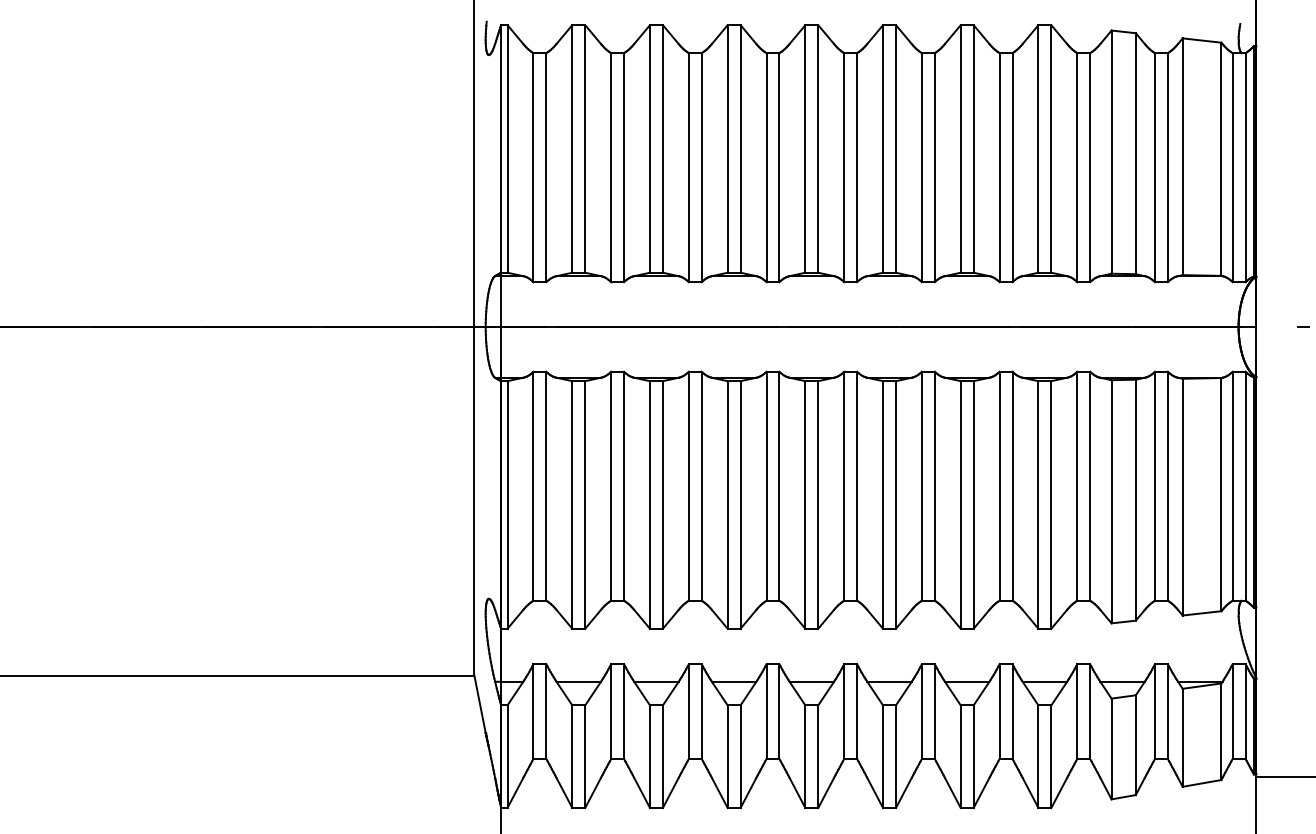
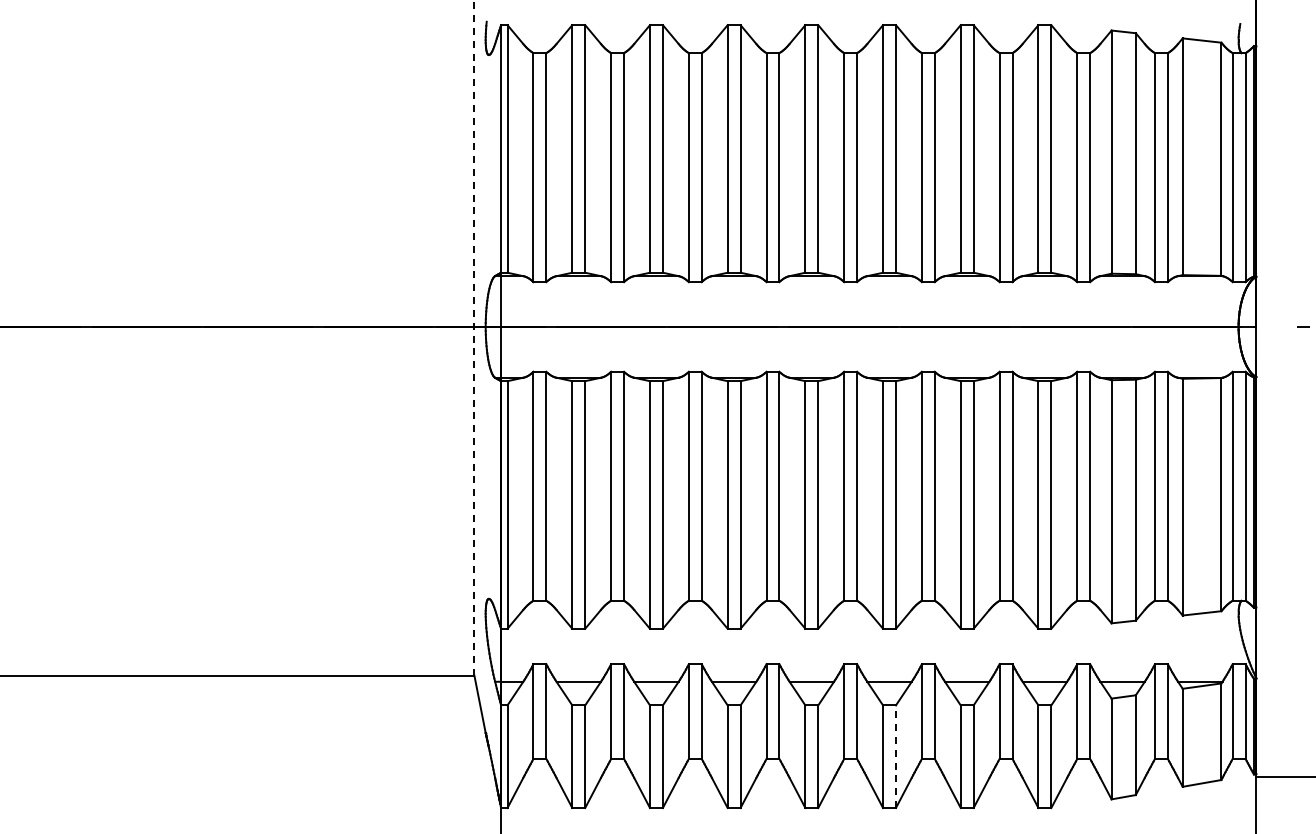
line at (474, 337): solid -> dashed
line at (895, 756): solid -> dashed
